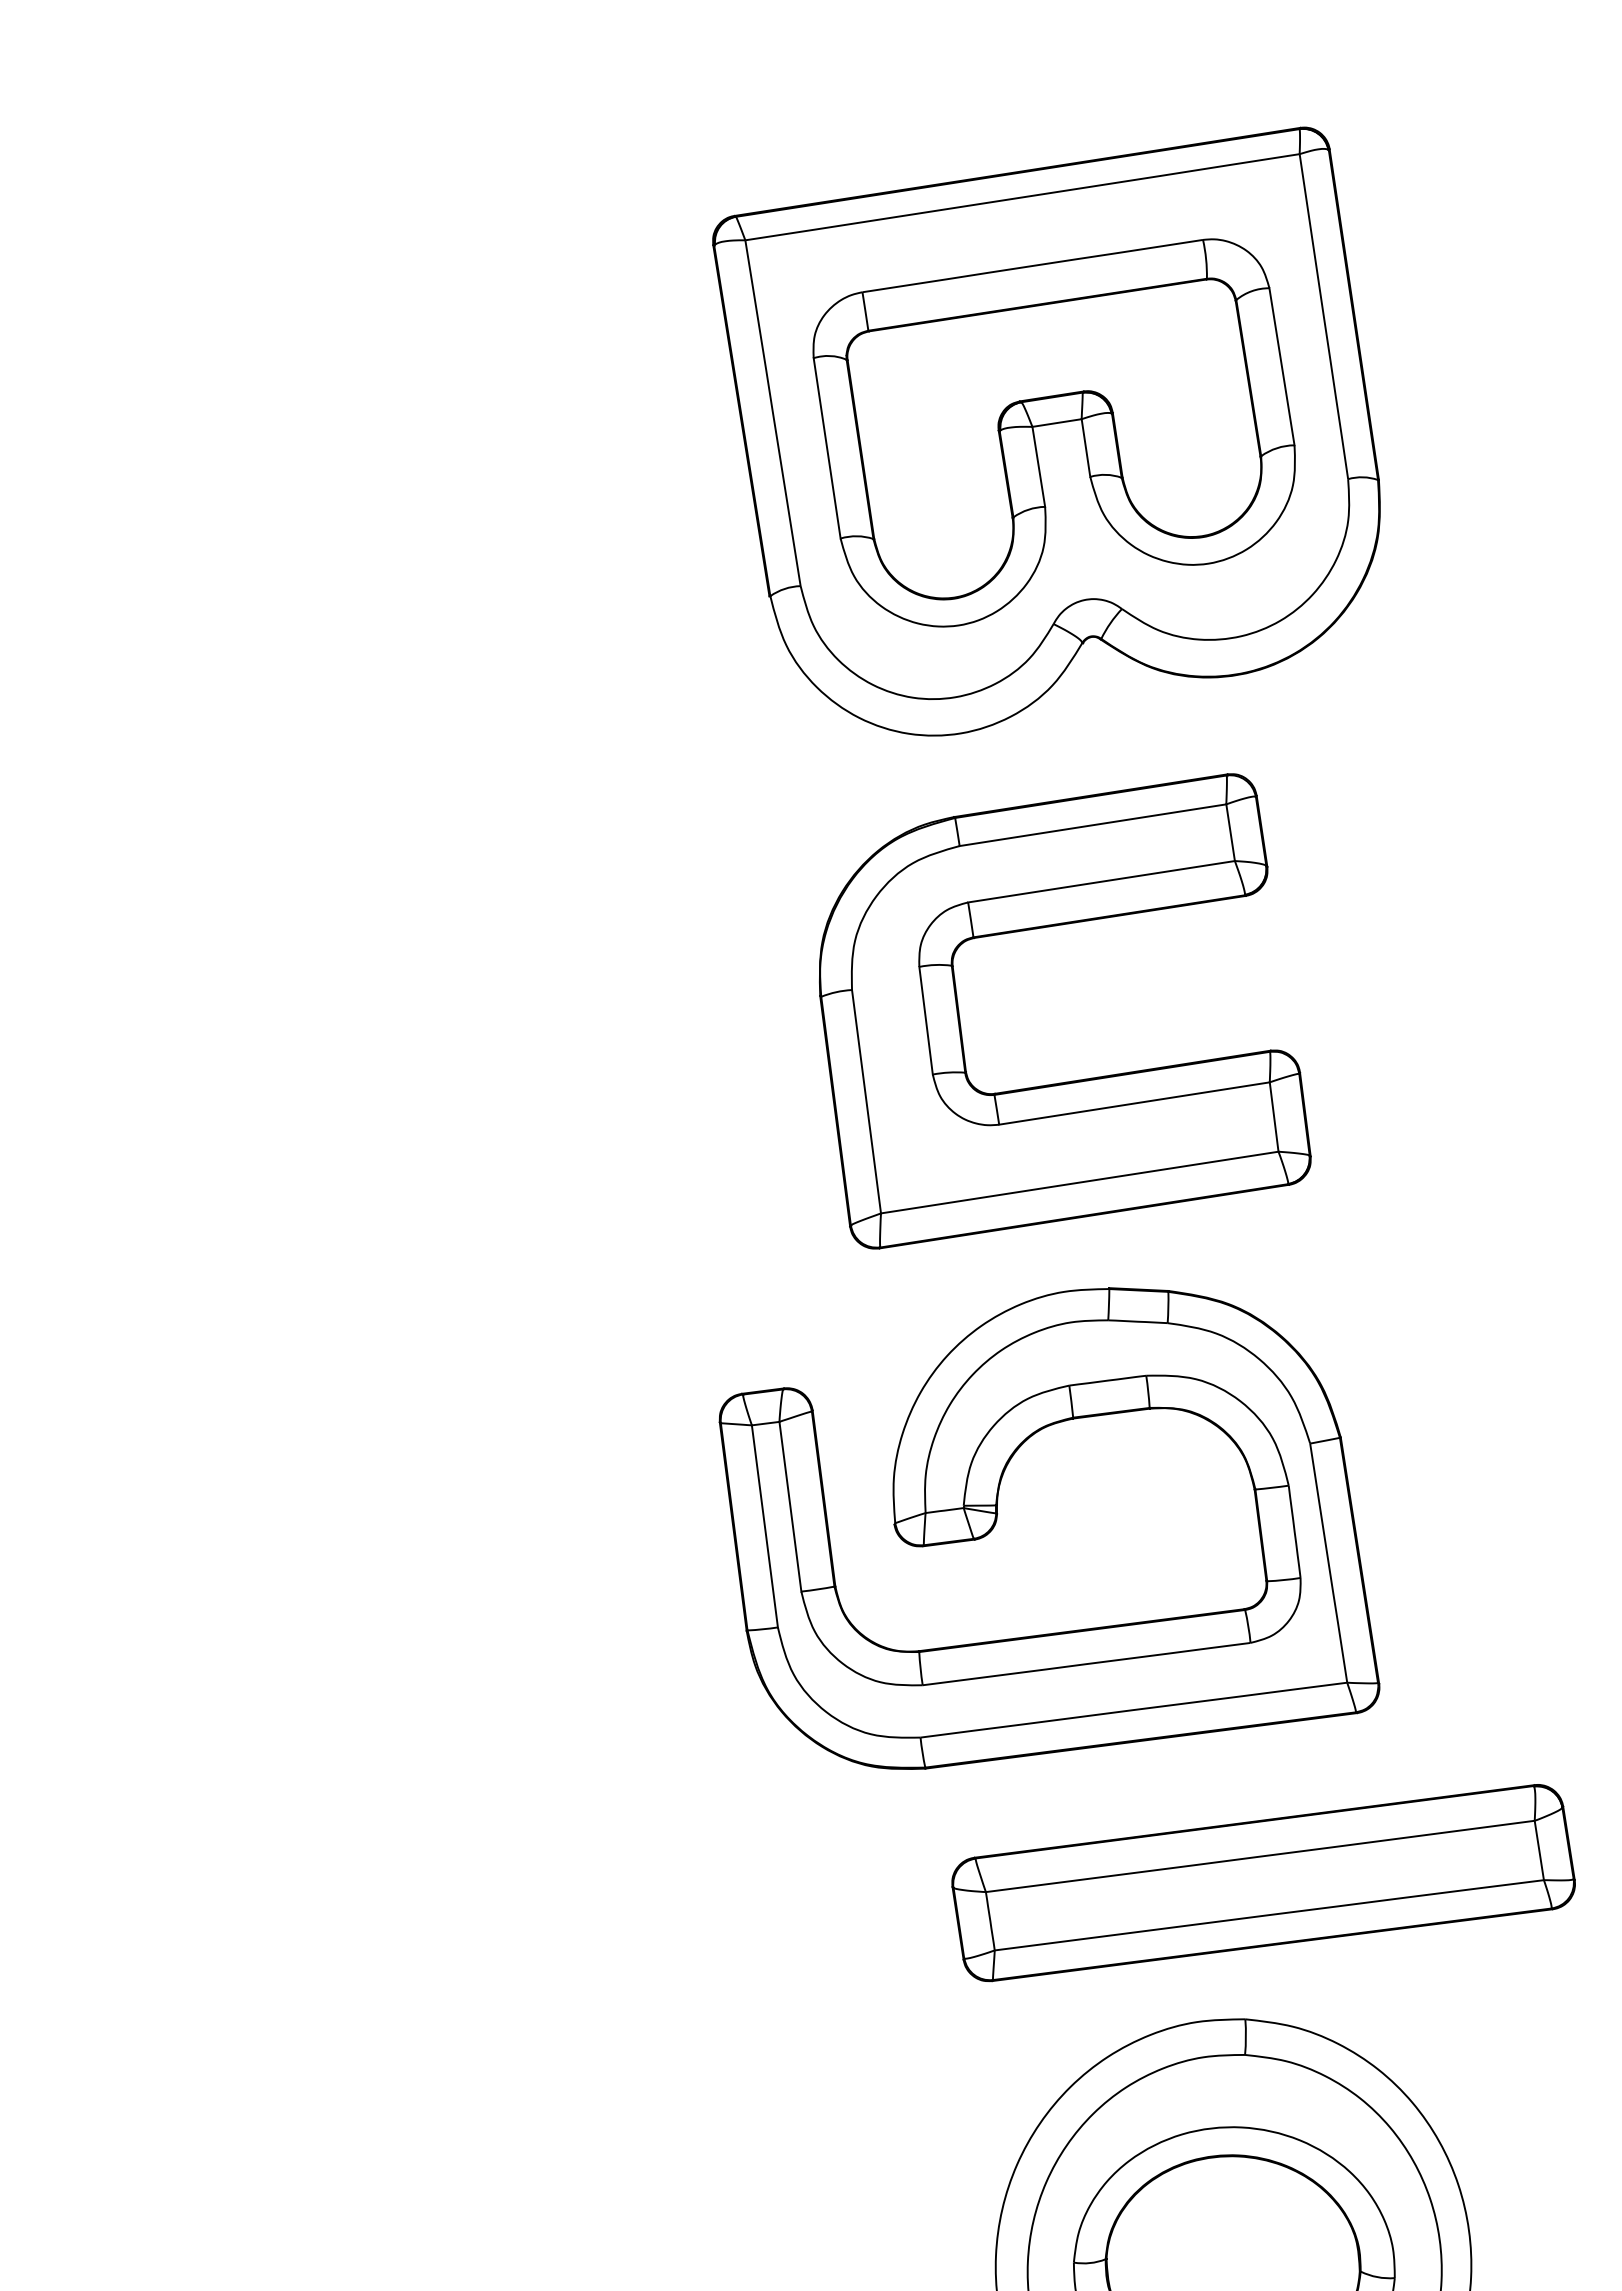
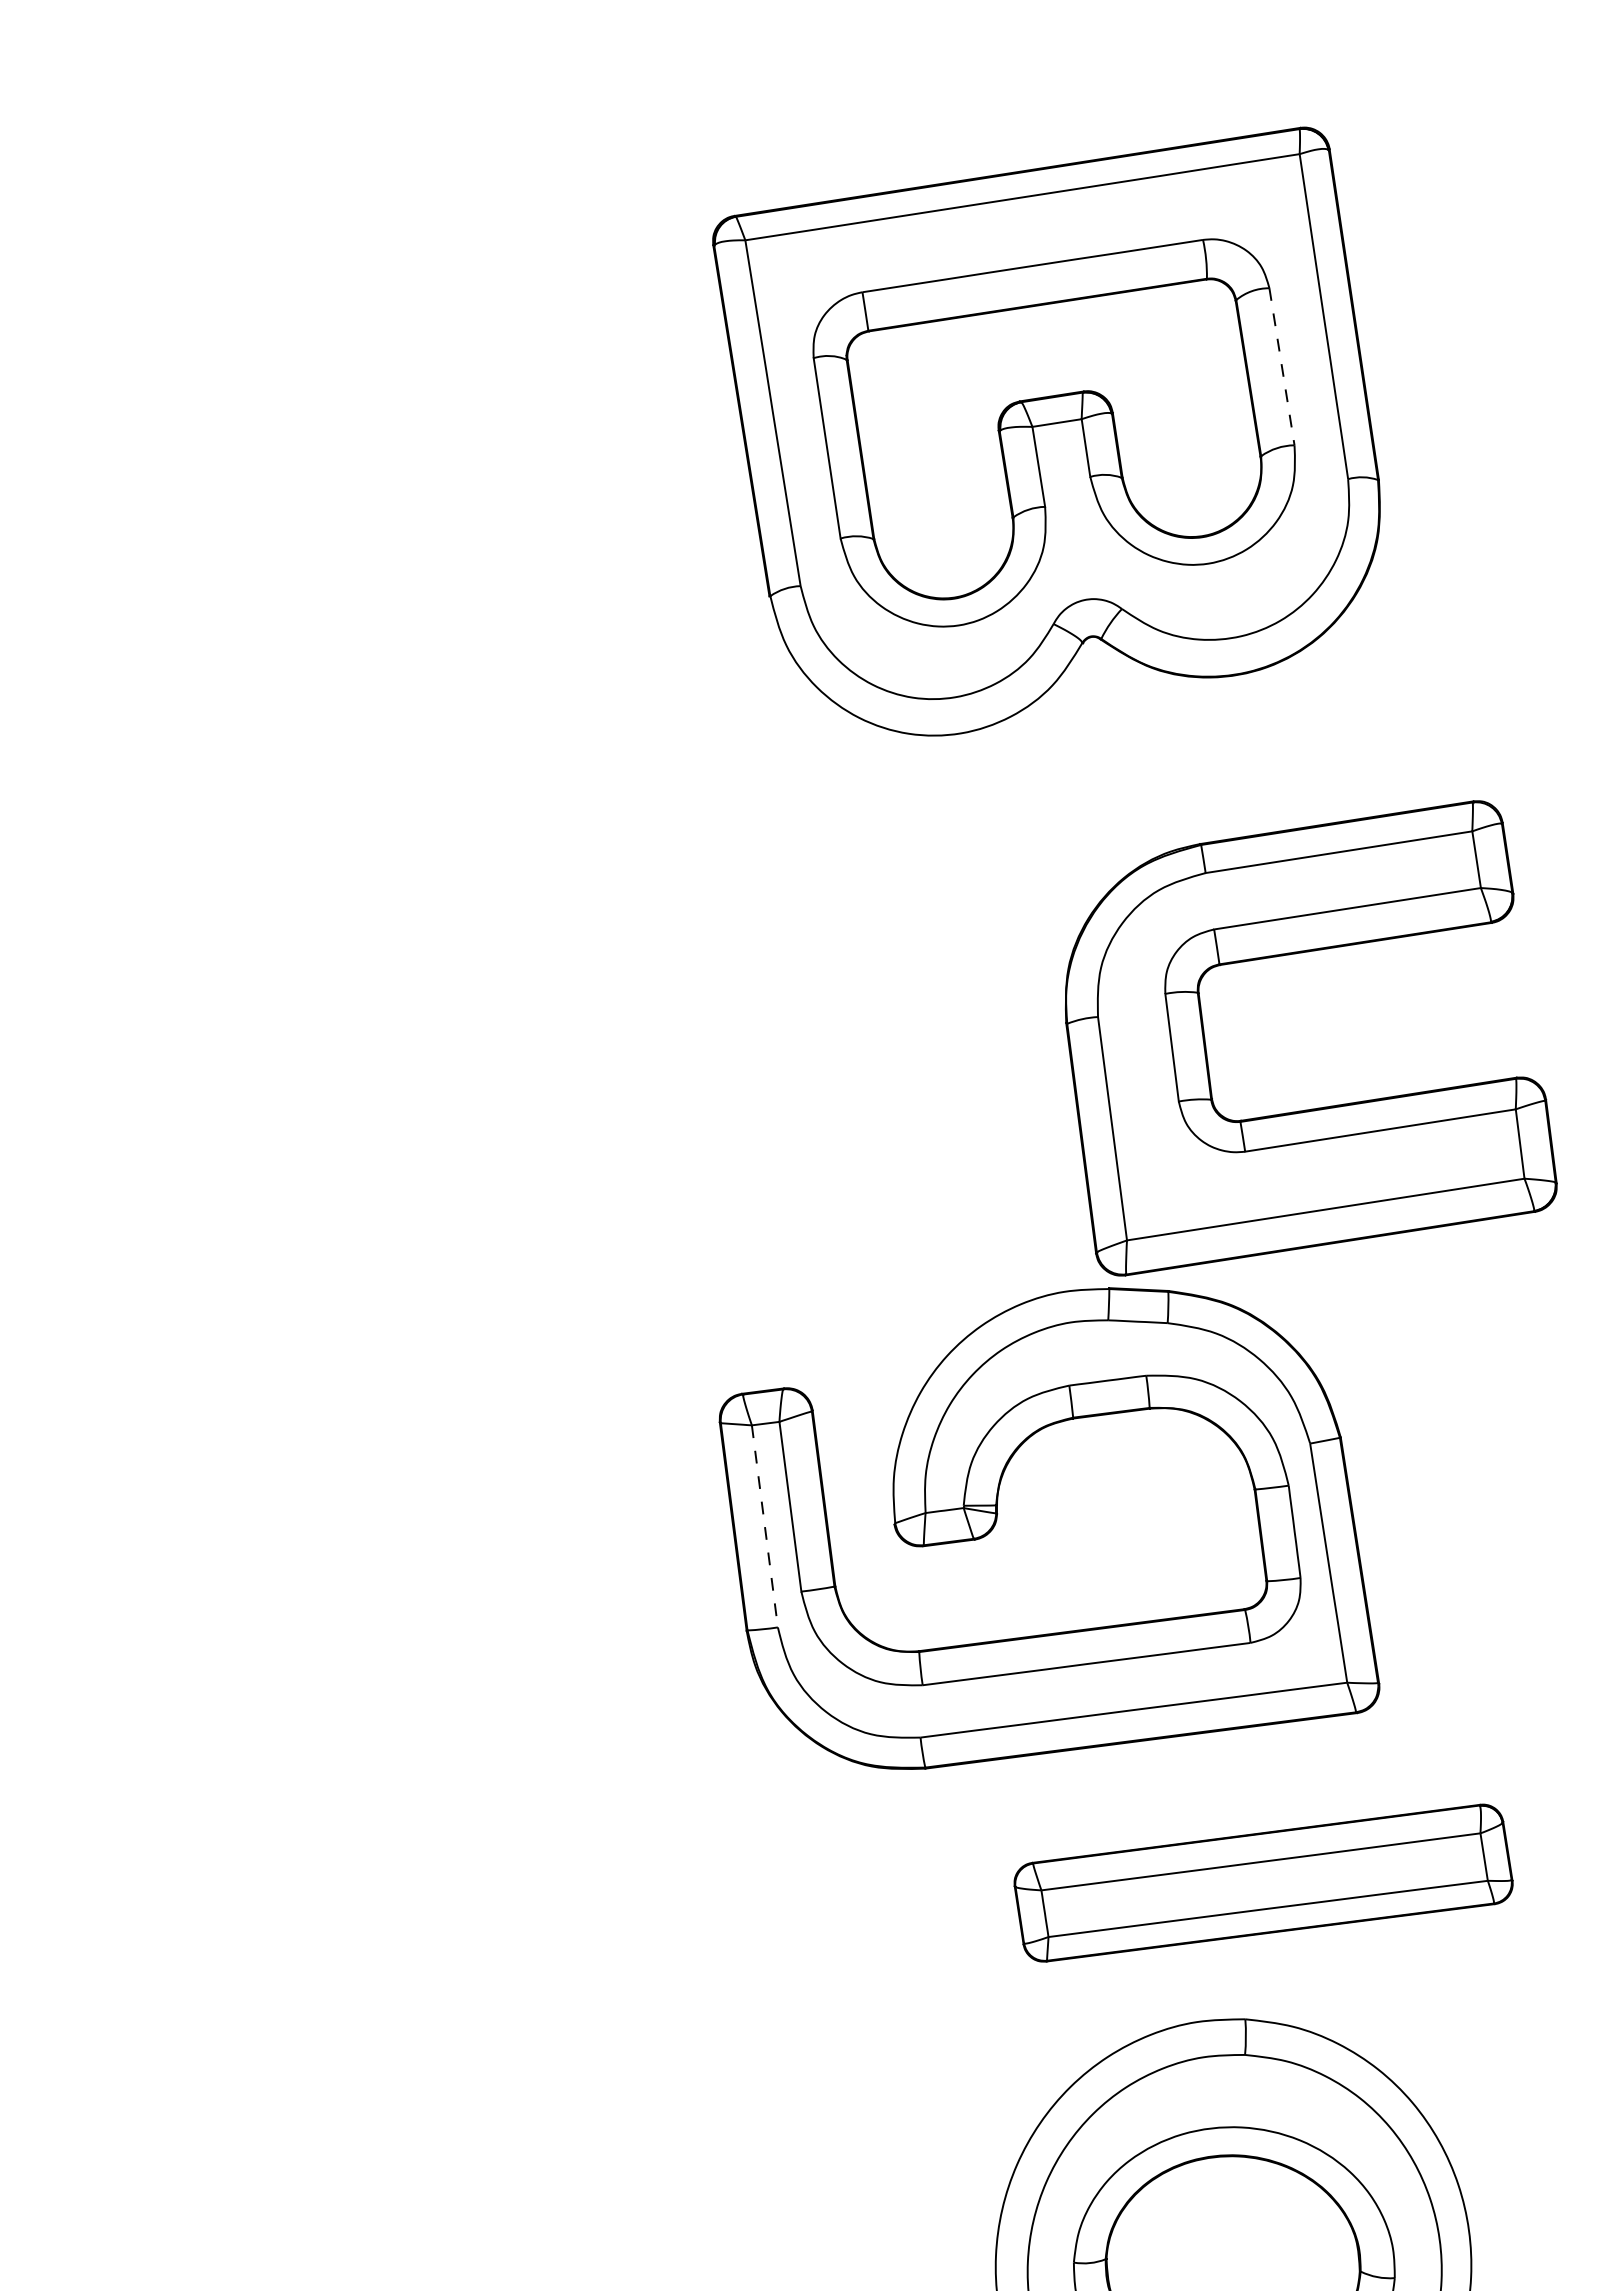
line at (1281, 366): solid -> dashed
part at (1078, 1079) position: (1078, 1079) -> (1324, 1106)
line at (764, 1526): solid -> dashed
part at (1263, 1883) size: 625x199 px -> 501x160 px
